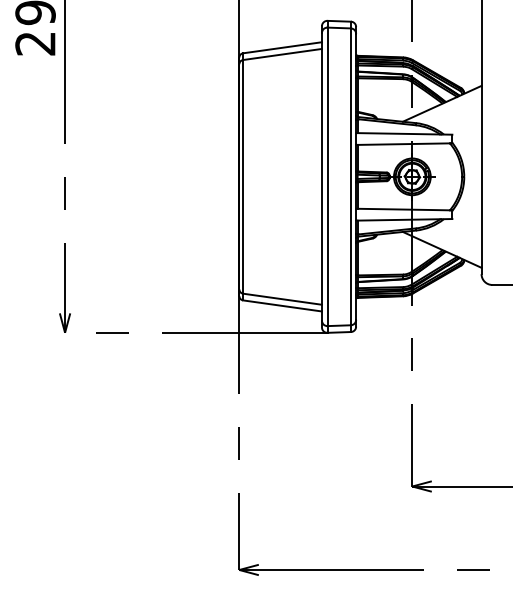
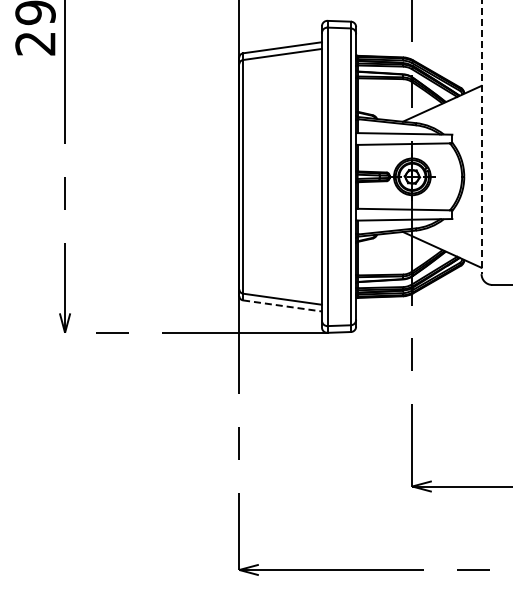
line at (481, 137): solid -> dashed
line at (282, 305): solid -> dashed
